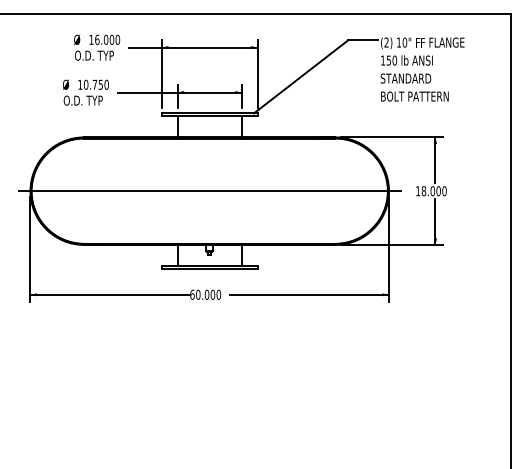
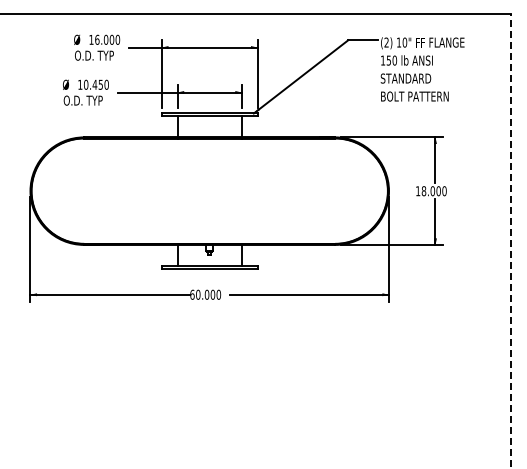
text at (94, 84): 10.750 -> 10.450
line at (209, 191): present -> none
line at (511, 240): solid -> dashed
